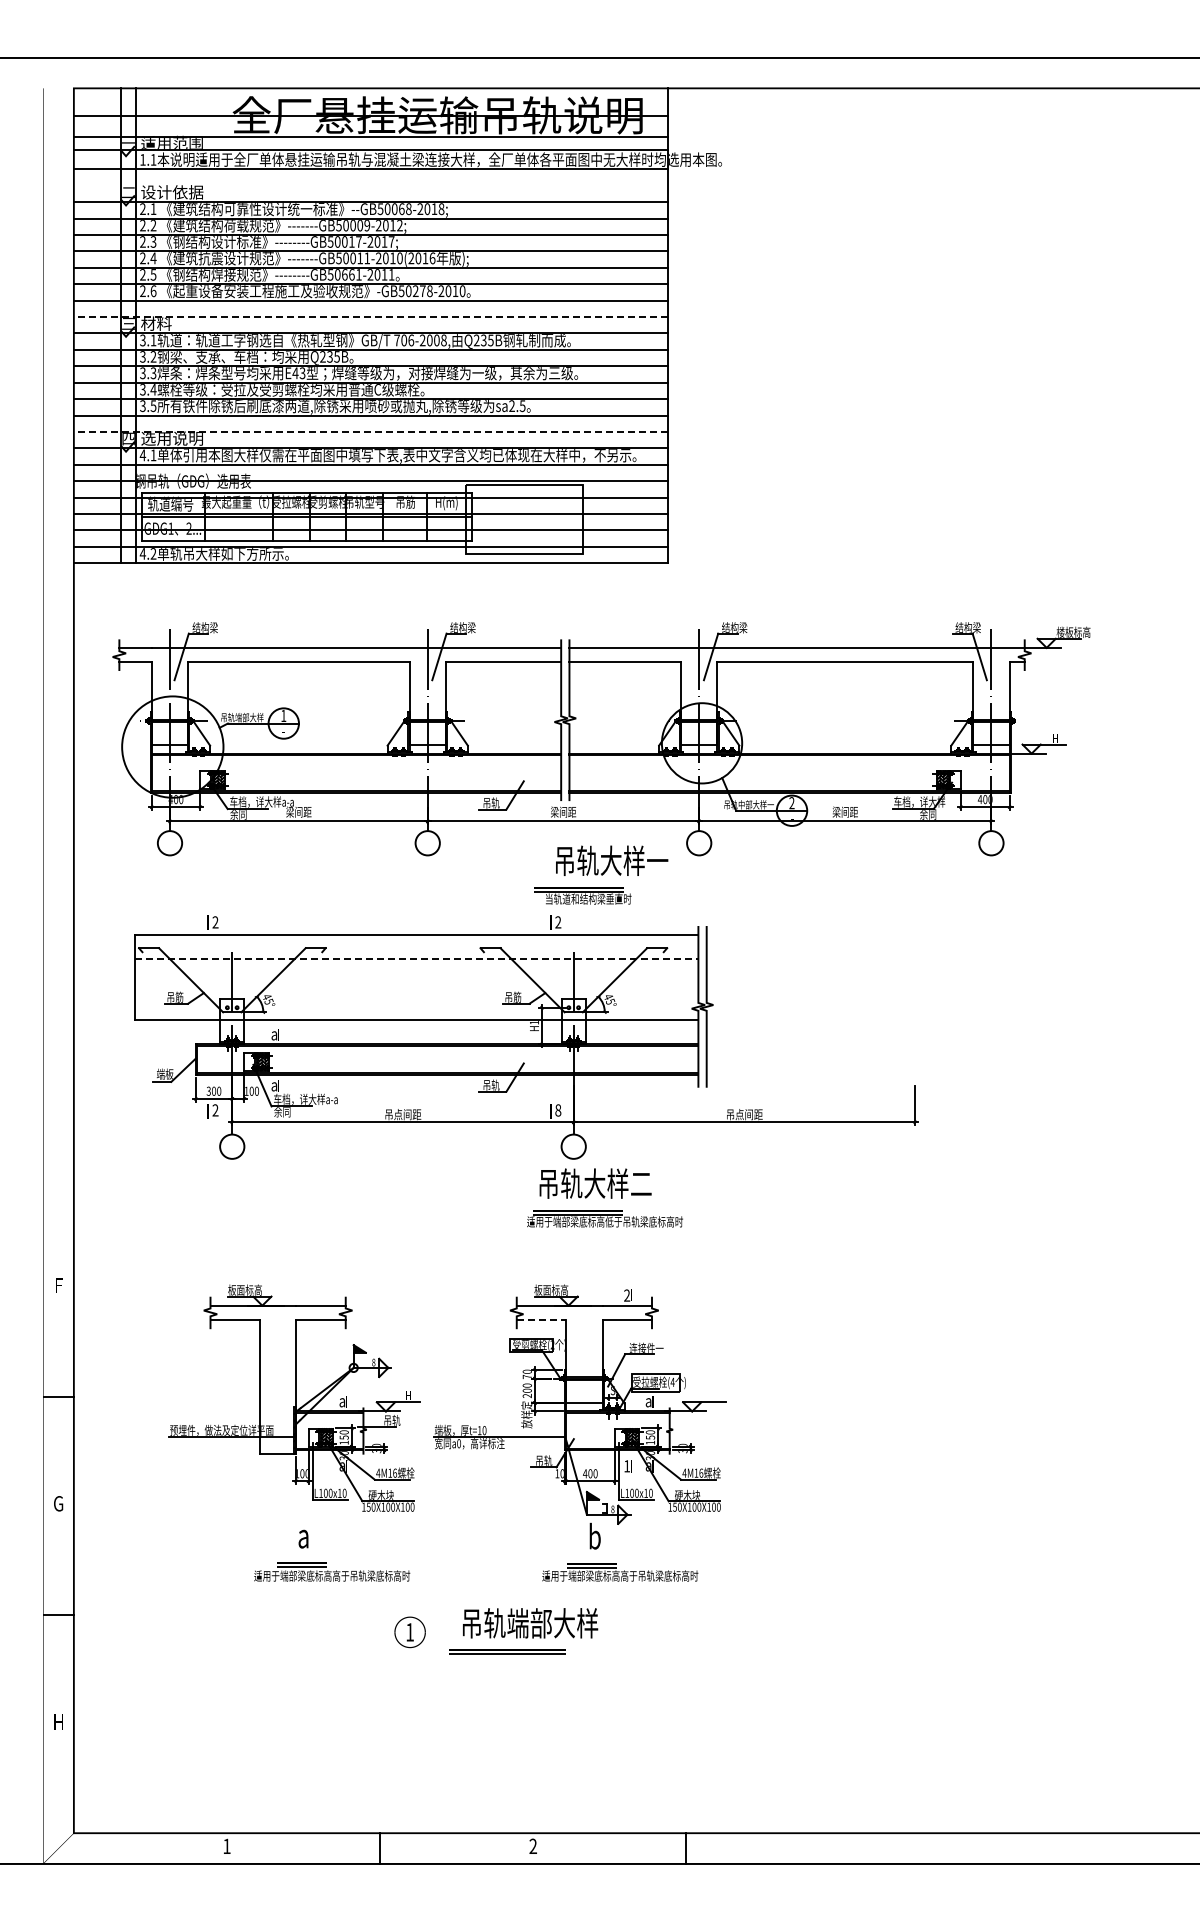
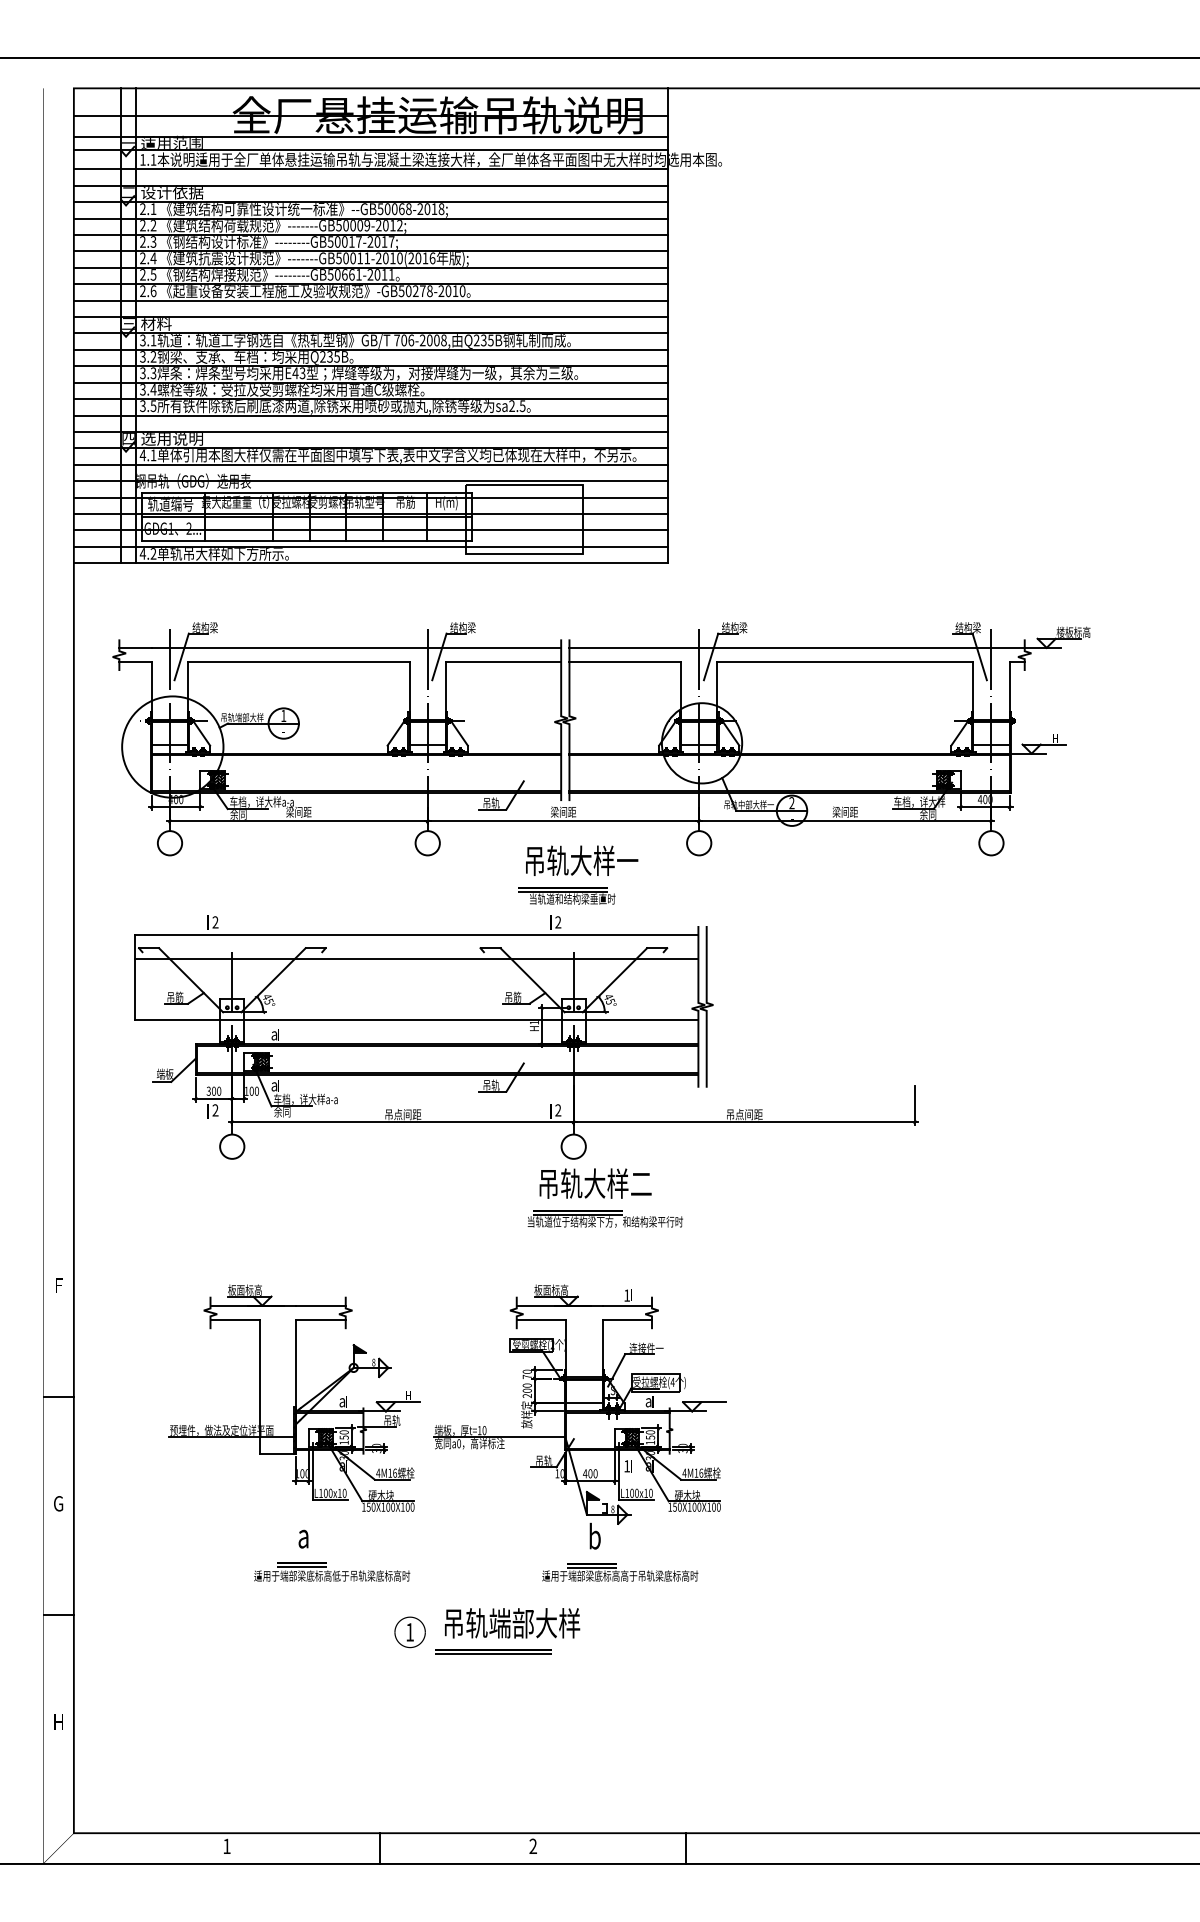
line at (370, 185): none -> present
line at (370, 317): dashed -> solid
line at (370, 431): dashed -> solid
text at (612, 860) position: (612, 860) -> (582, 860)
part at (582, 895) position: (582, 895) -> (566, 895)
line at (416, 959): dashed -> solid
text at (558, 1110): 8 -> 2
text at (600, 1221): 适用于端部梁底标高低于吊轨梁底标高时 -> 当轨道位于结构梁下方，和结构梁平行时
text at (627, 1295): 2 -> 1
line at (541, 1320): dashed -> solid
text at (336, 1575): 适用于端部梁底标高高于吊轨梁底标高时 -> 适用于端部梁底标高低于吊轨梁底标高时
text at (530, 1623) position: (530, 1623) -> (512, 1623)
part at (507, 1651) position: (507, 1651) -> (493, 1651)
